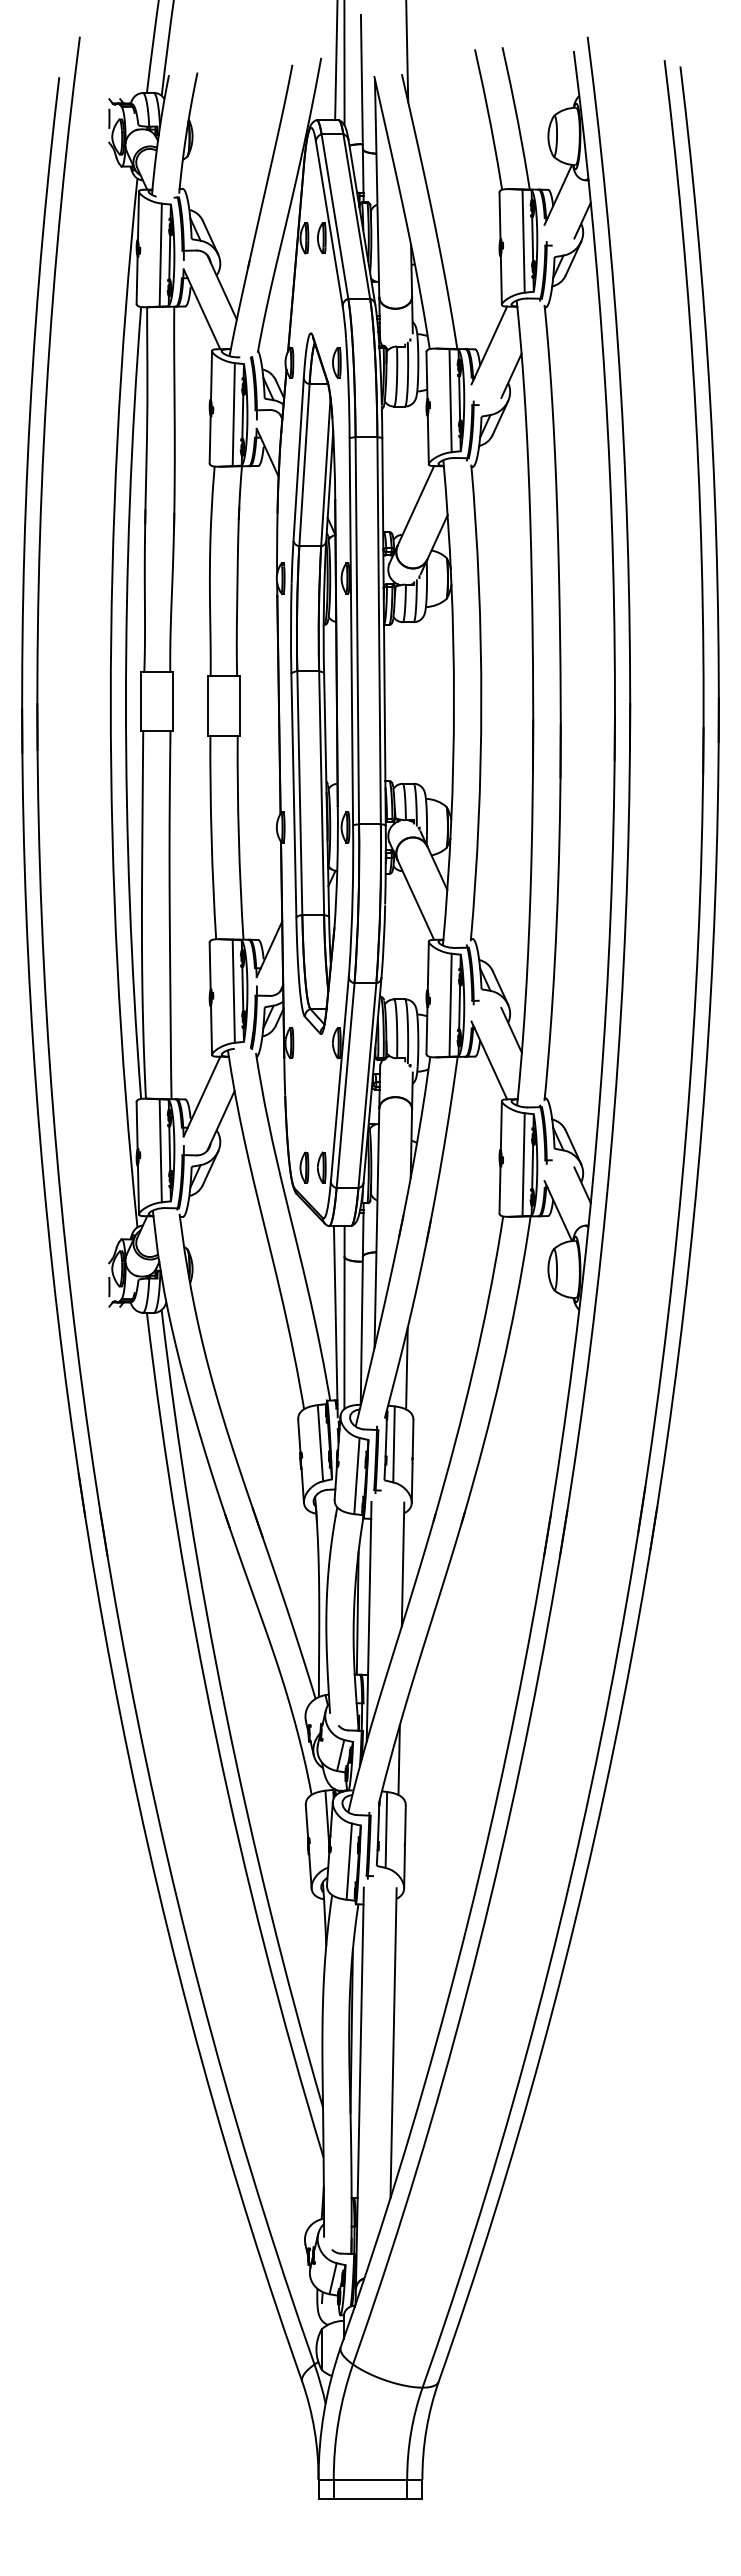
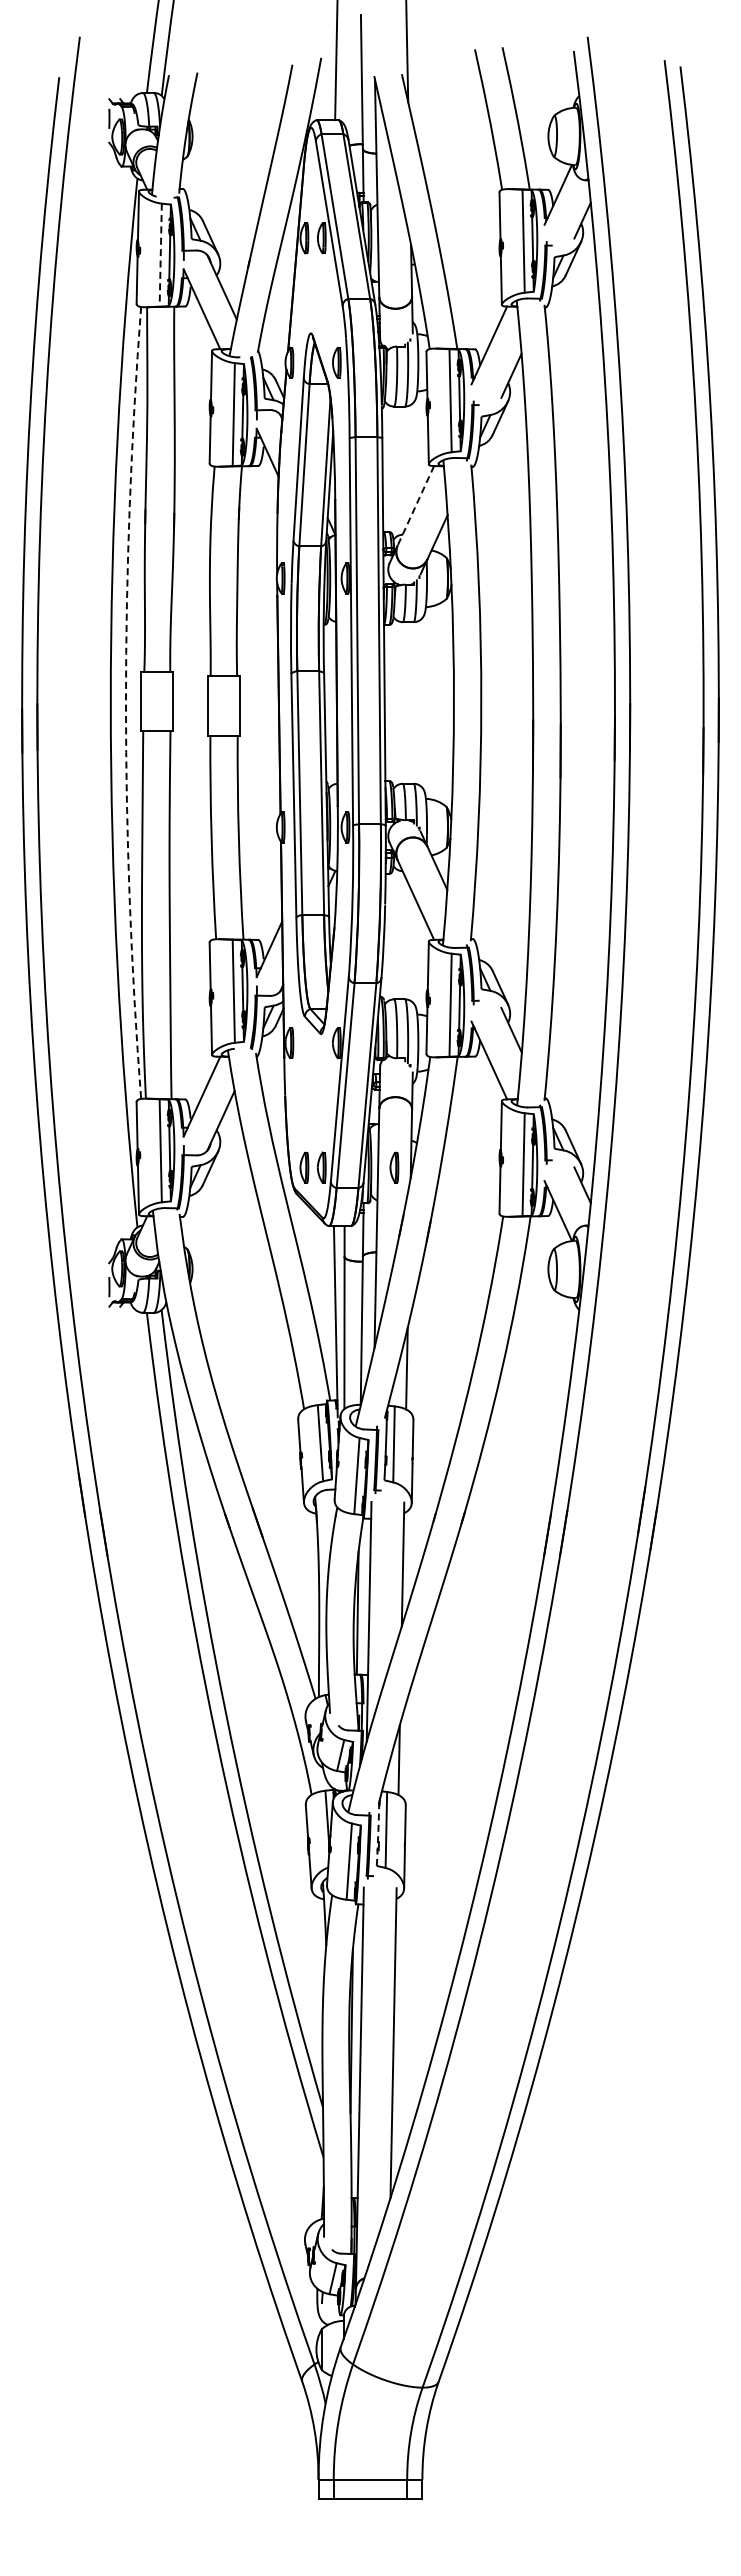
line at (344, 63): present -> none
line at (160, 255): solid -> dashed
line at (415, 506): solid -> dashed
arc at (125, 702): solid -> dashed
part at (394, 1167): none -> present
arc at (378, 1834): solid -> dashed
